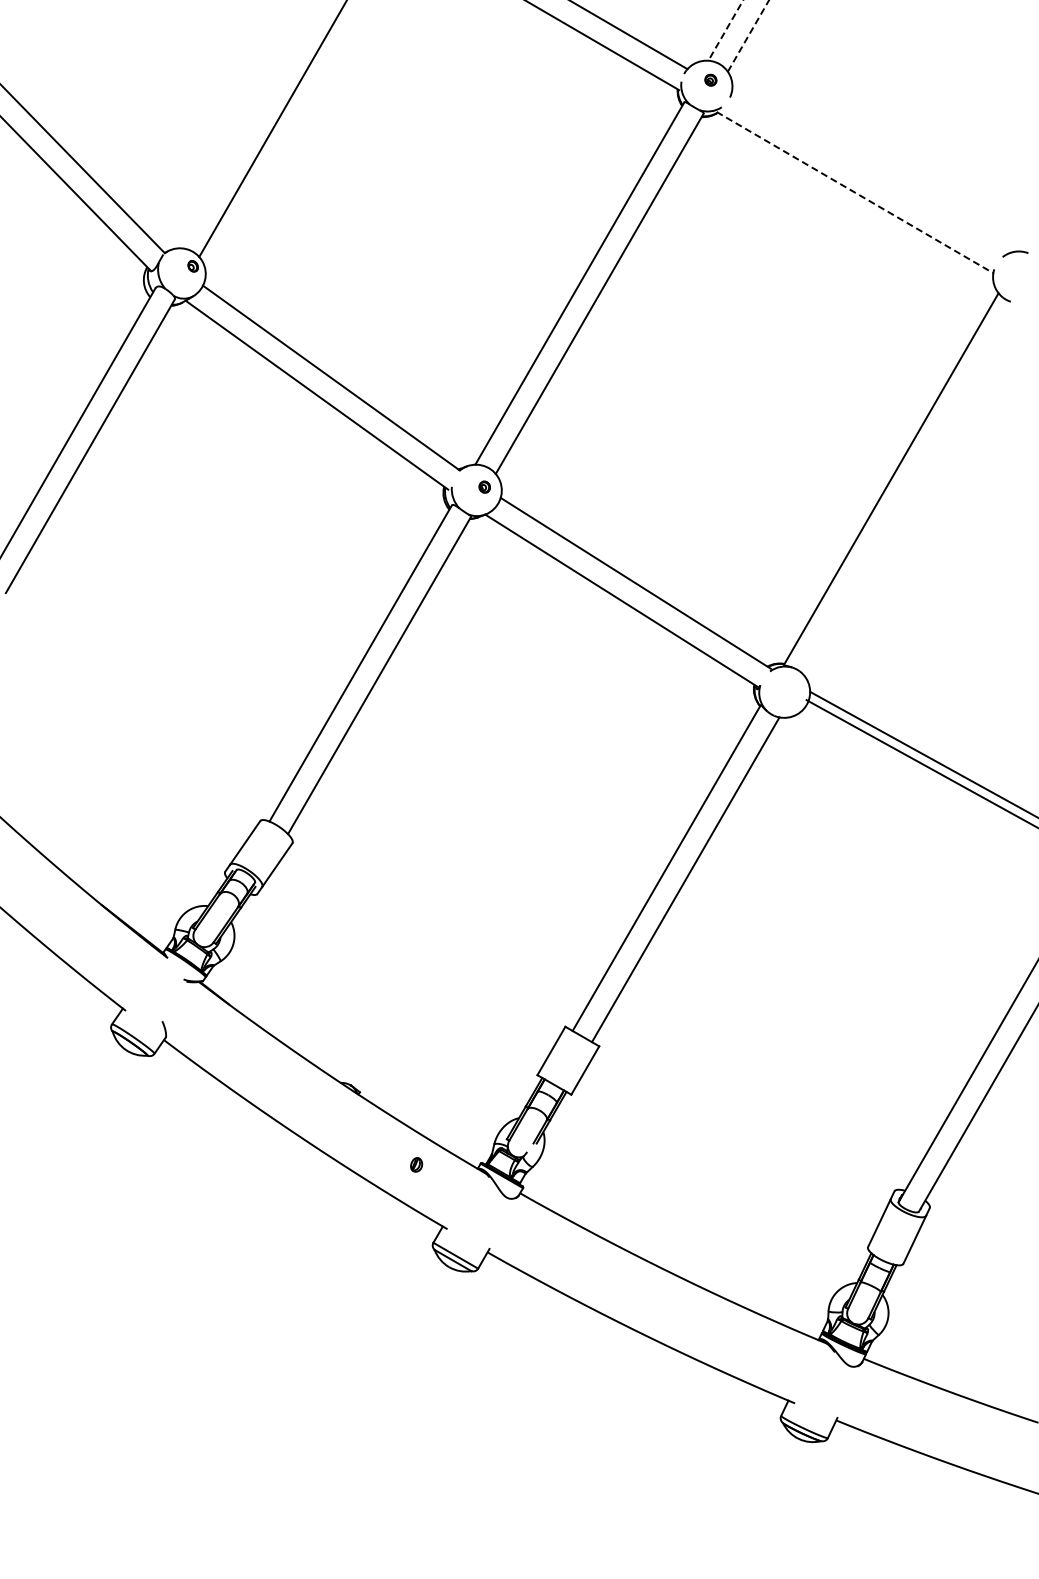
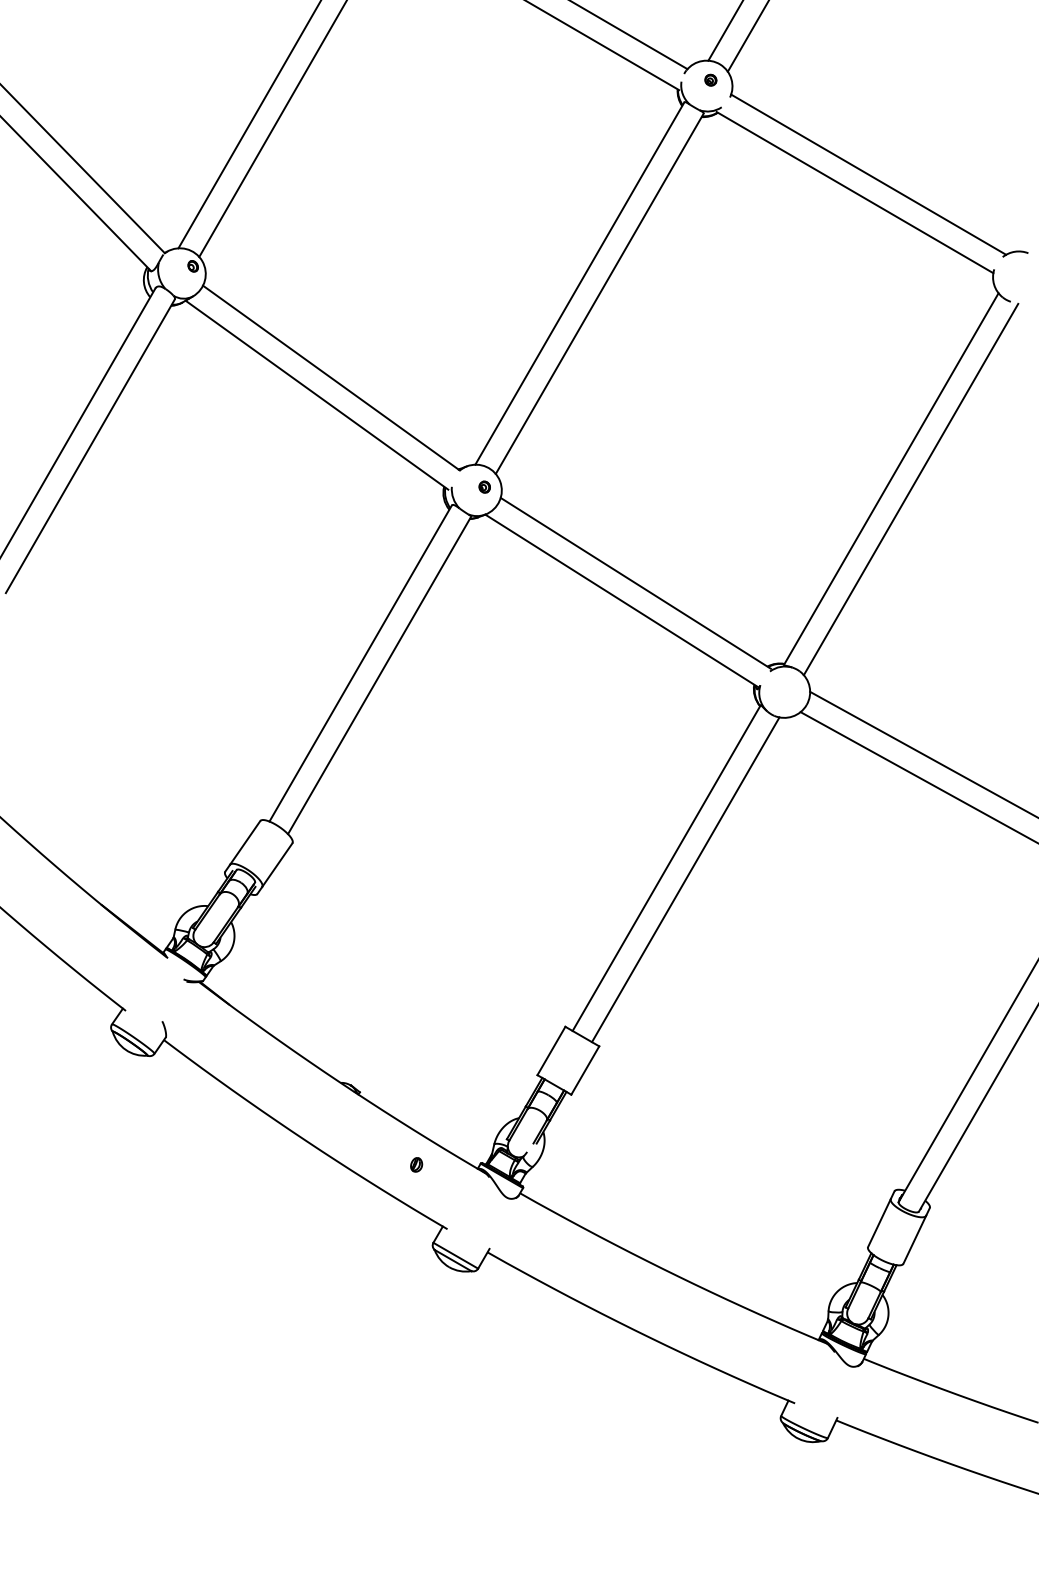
line at (725, 30): dashed -> solid
line at (748, 36): dashed -> solid
line at (248, 125): none -> present
line at (868, 174): none -> present
line at (855, 192): dashed -> solid
line at (910, 489): none -> present
line at (920, 763) position: (920, 763) -> (917, 776)
